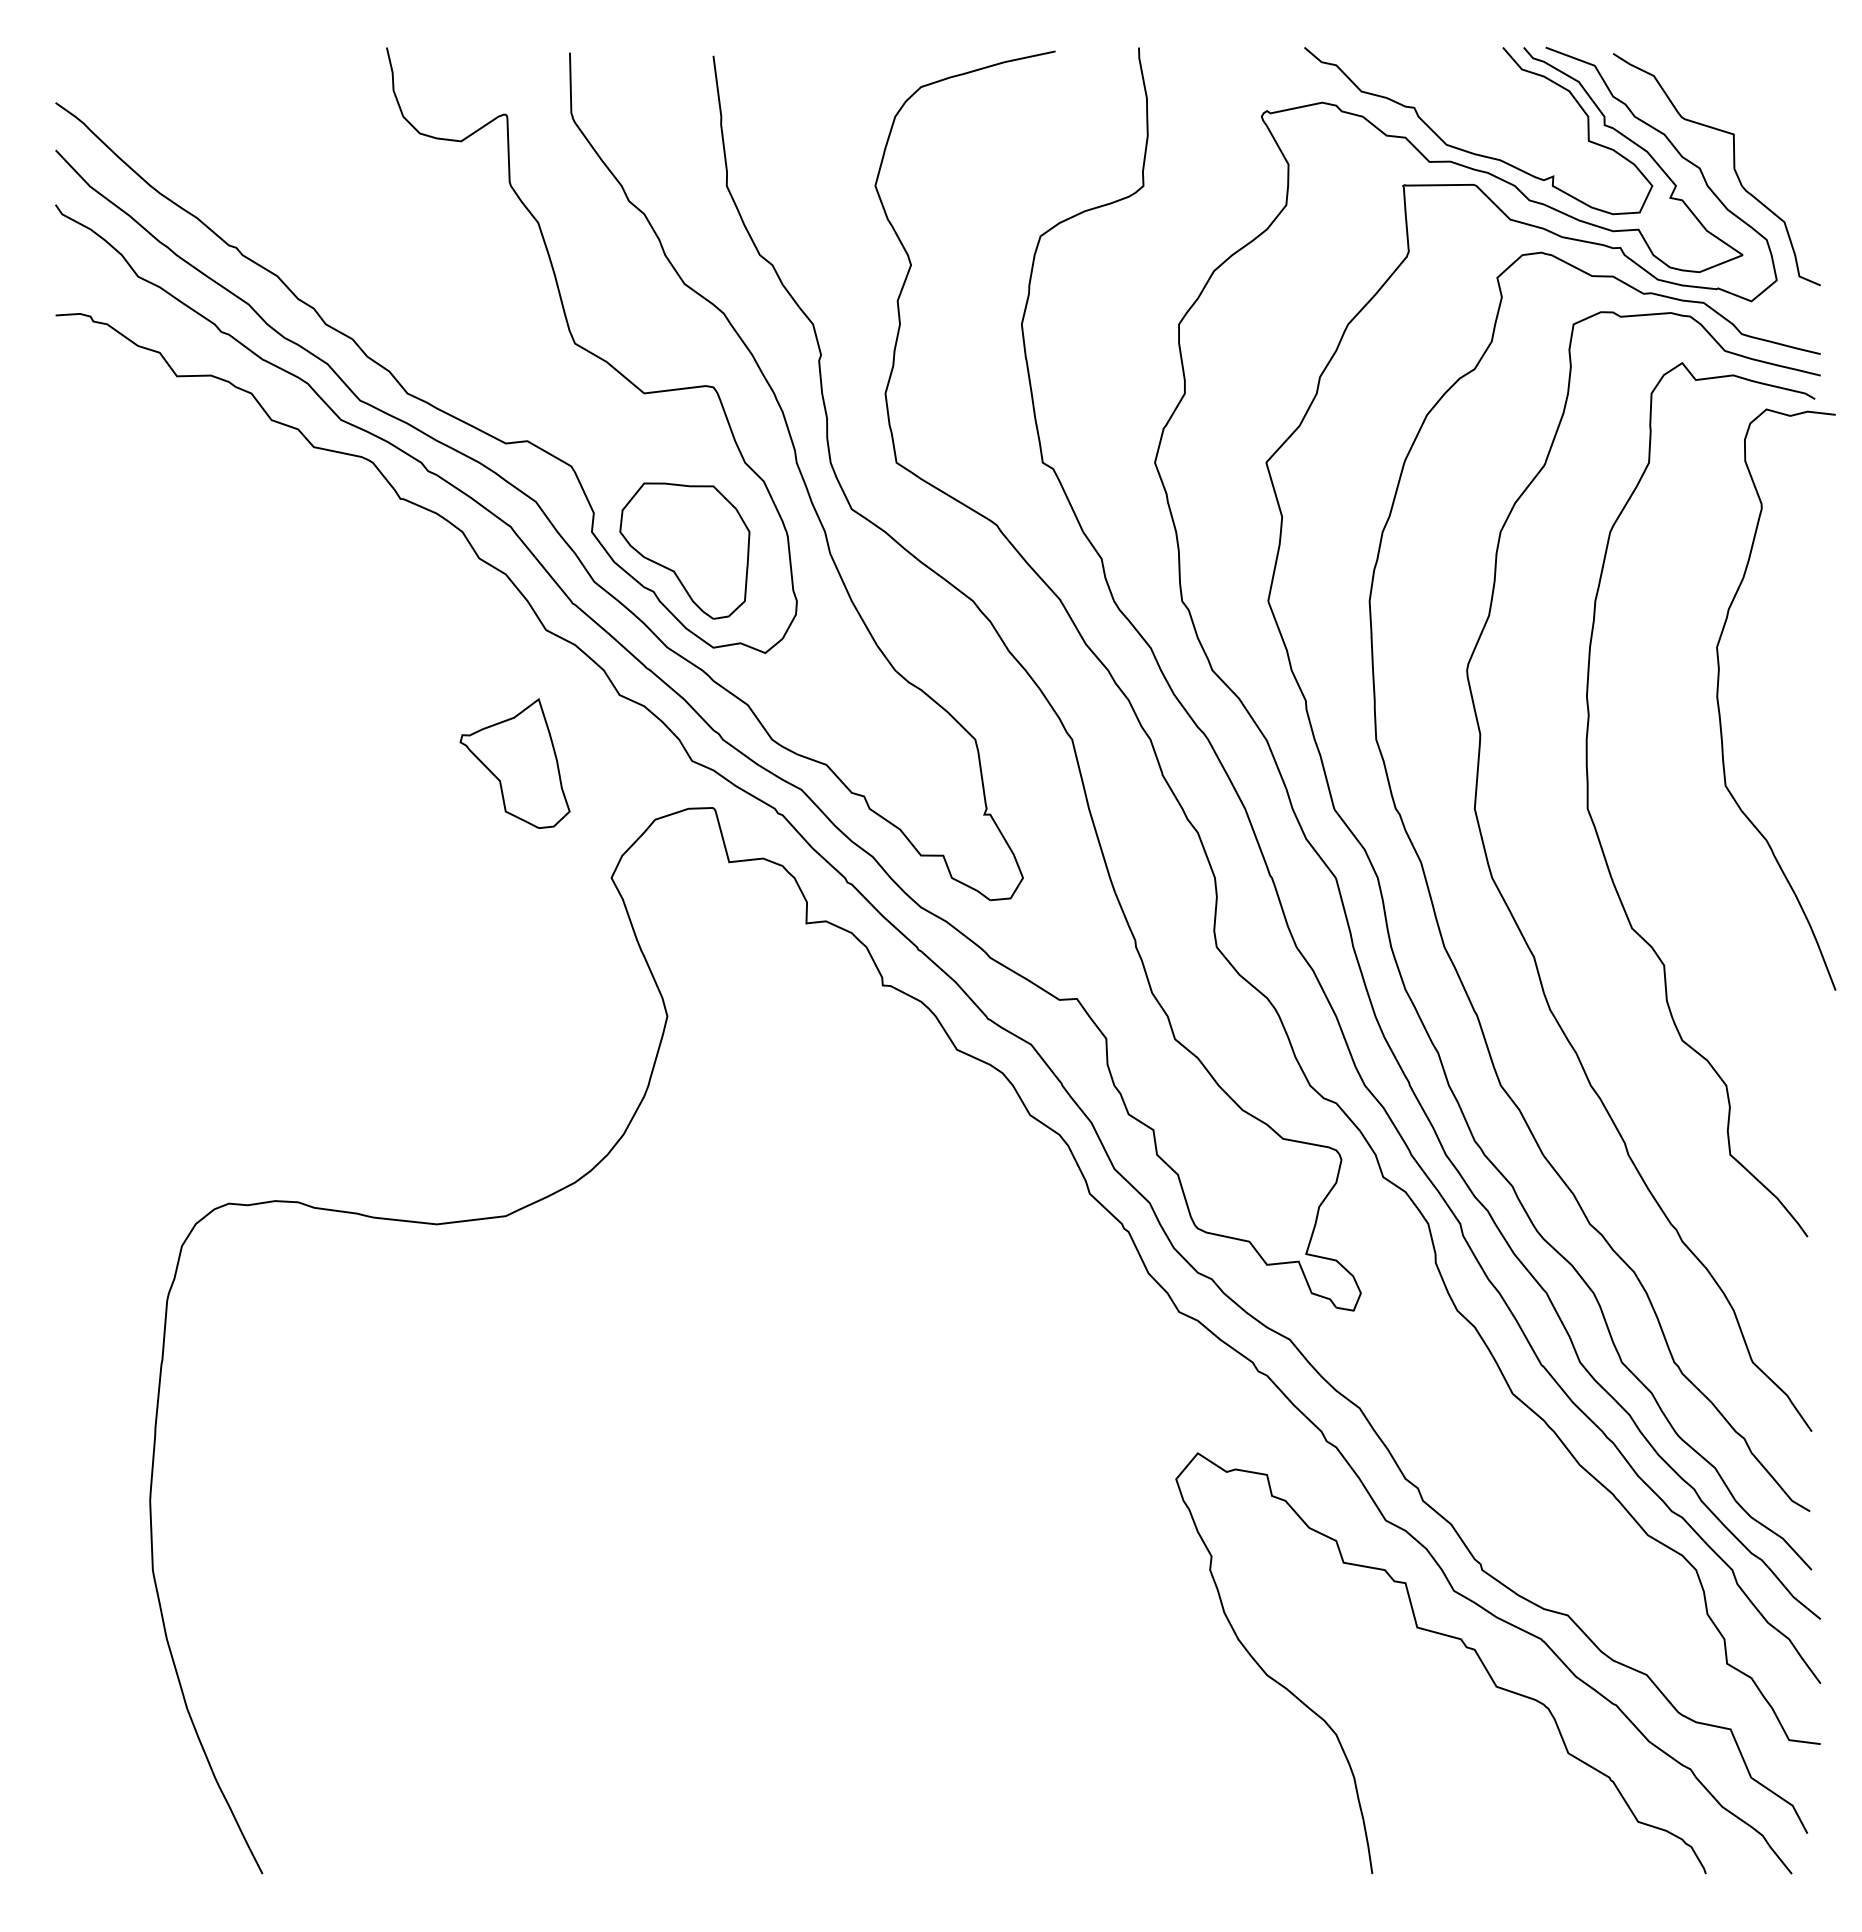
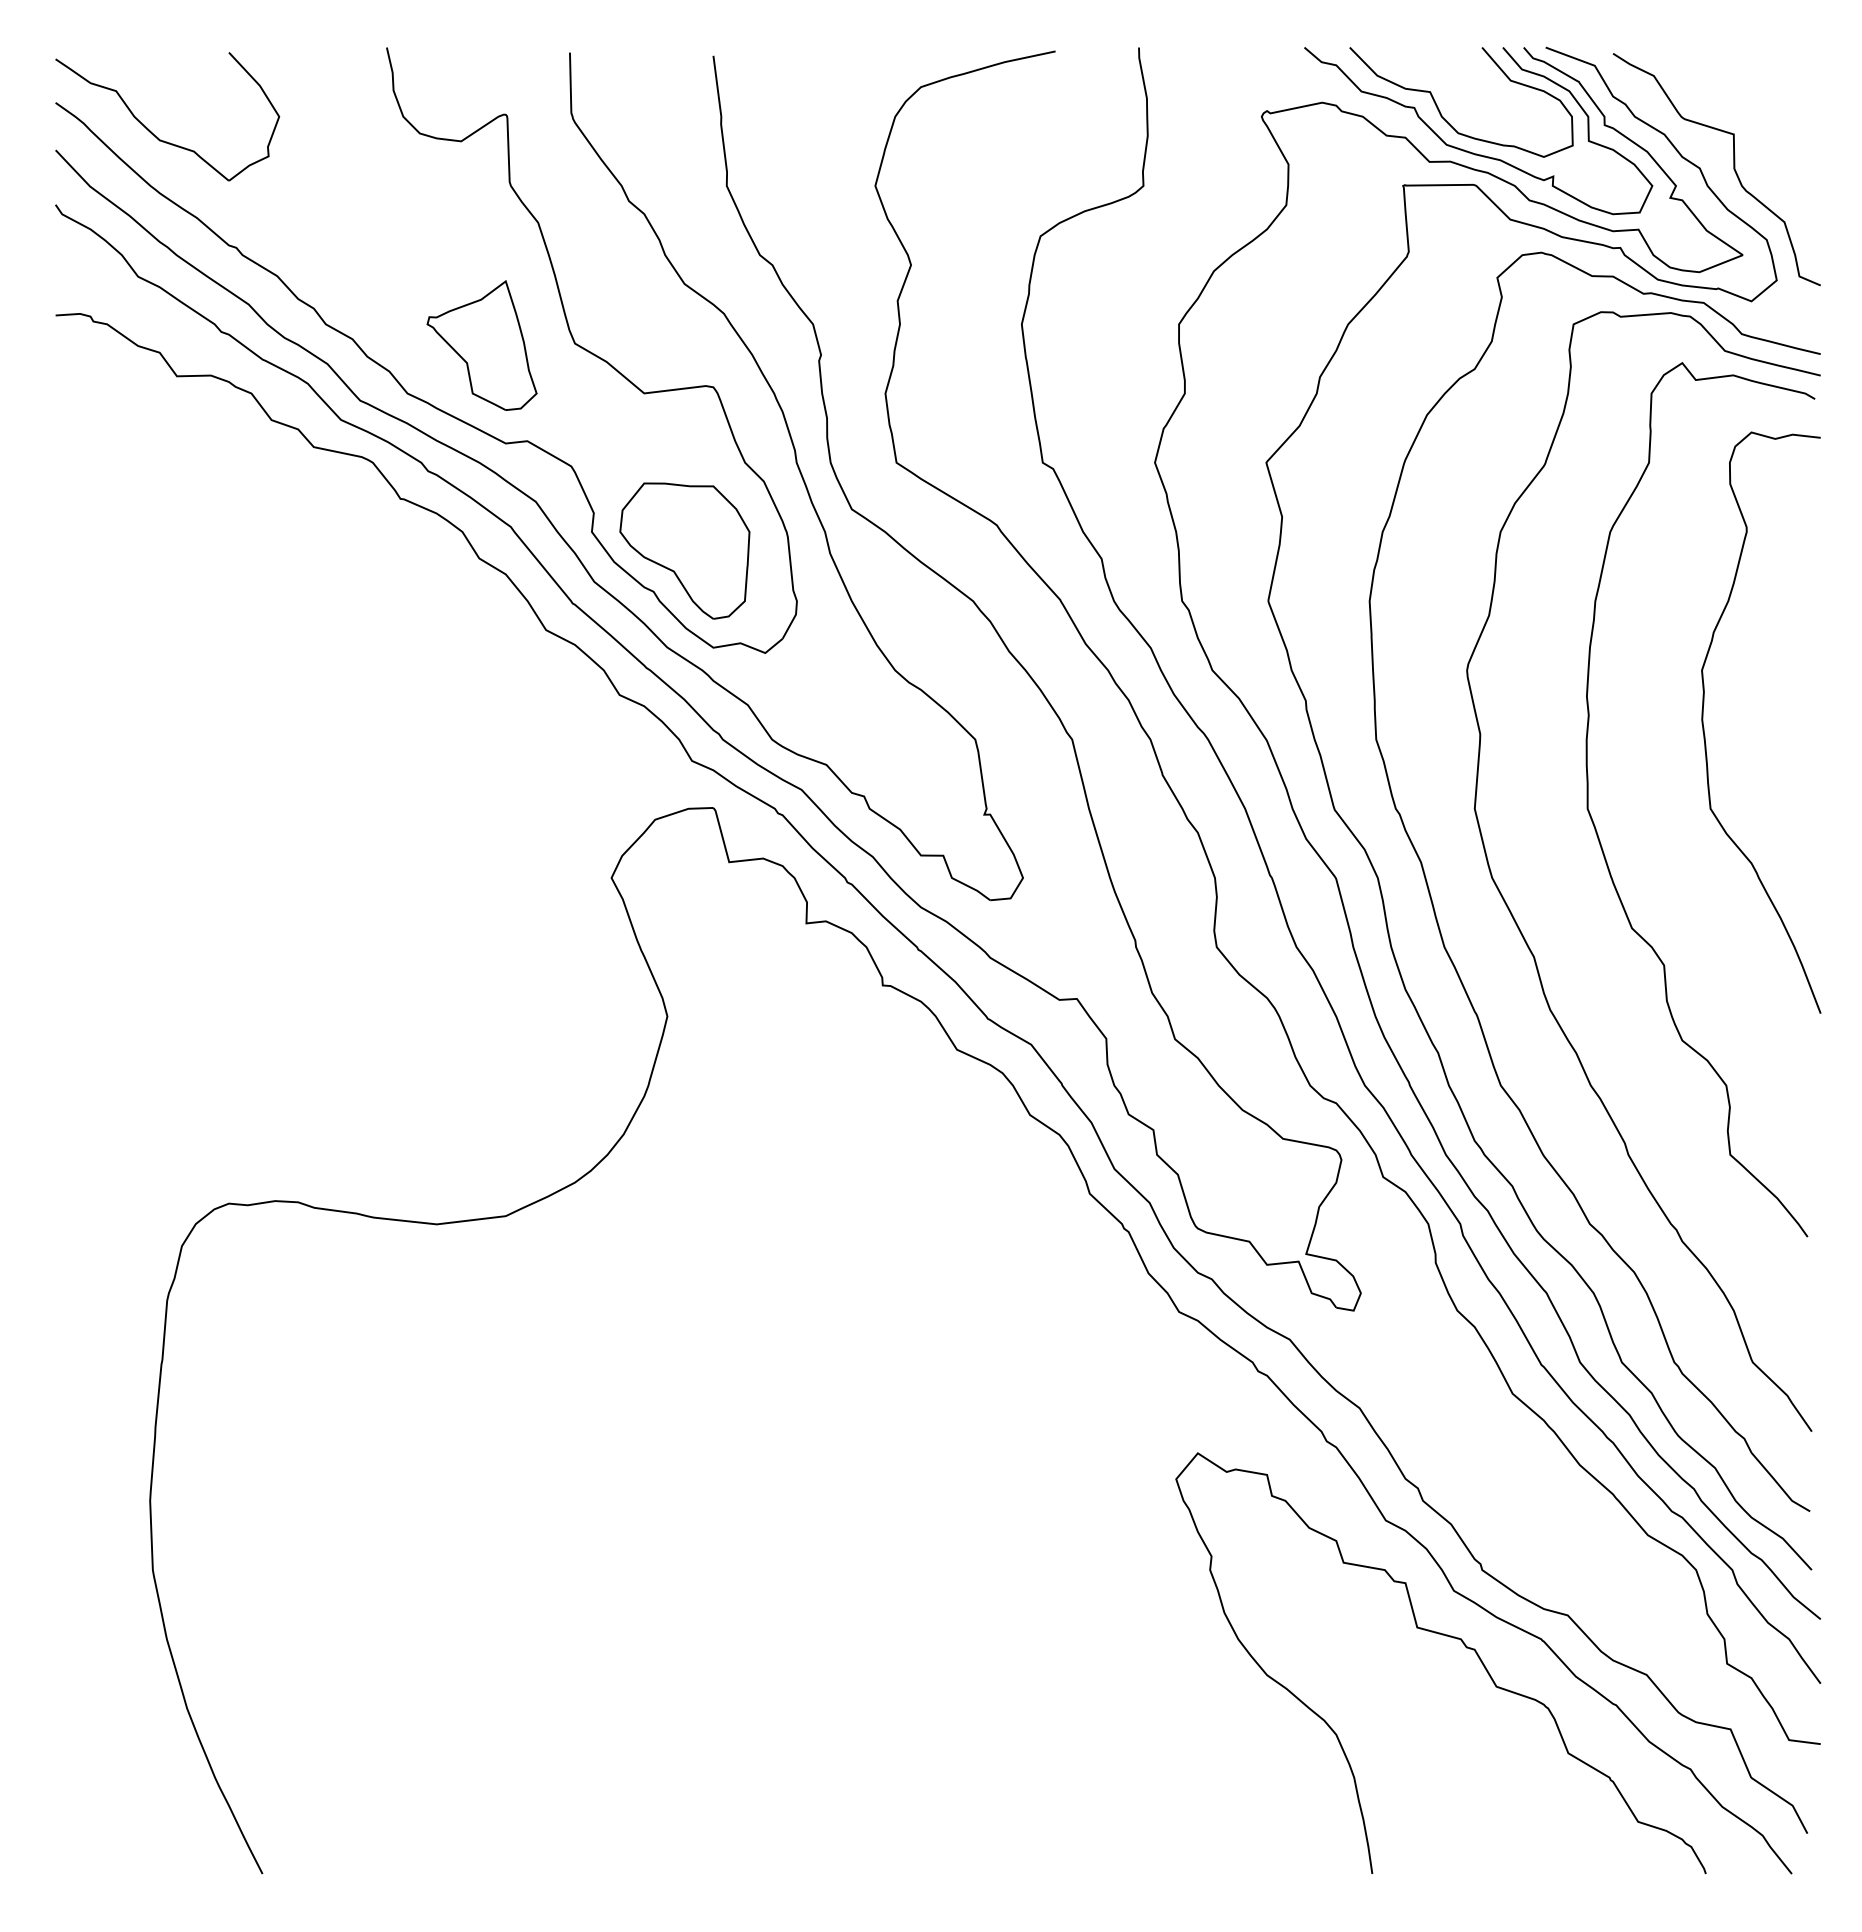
curve at (1441, 113): none -> present
part at (151, 131): none -> present
curve at (1719, 704) position: (1719, 704) -> (1704, 727)
part at (514, 763) position: (514, 763) -> (481, 345)
